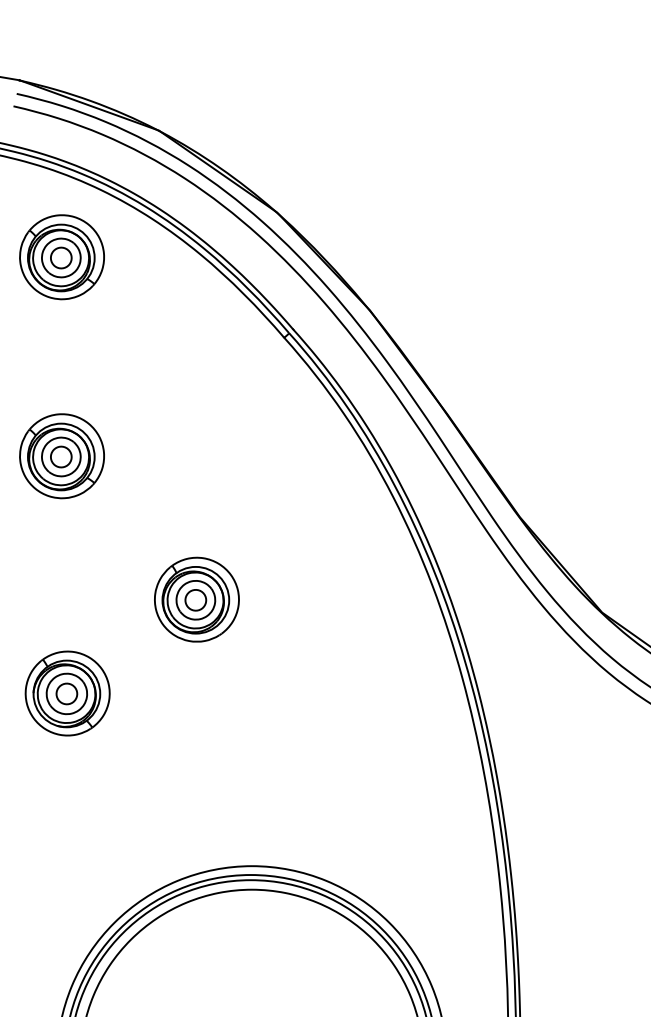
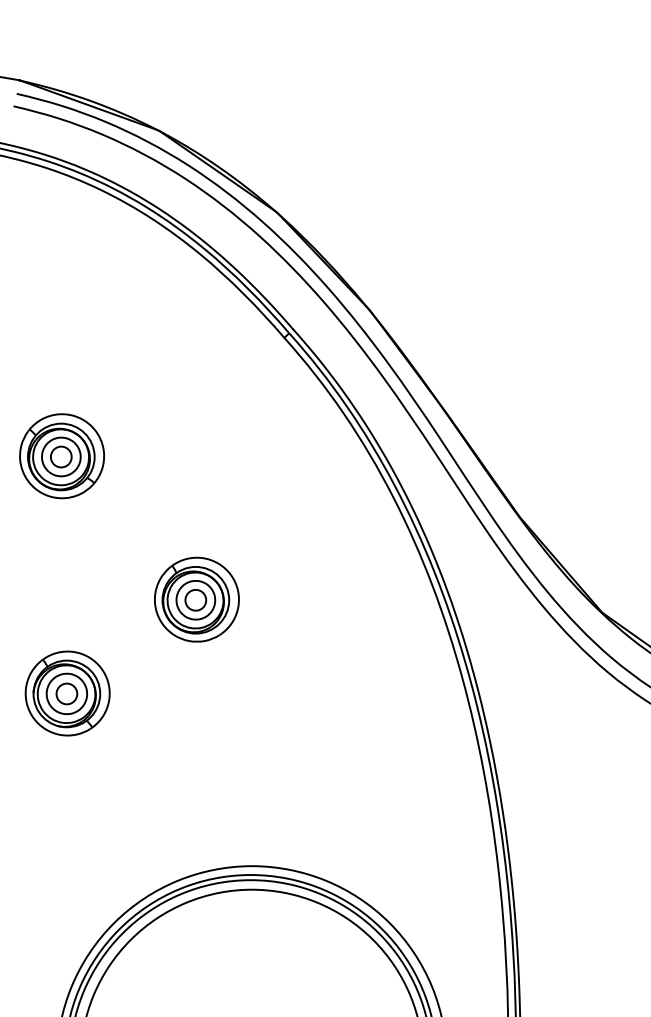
part at (61, 257): present -> none
